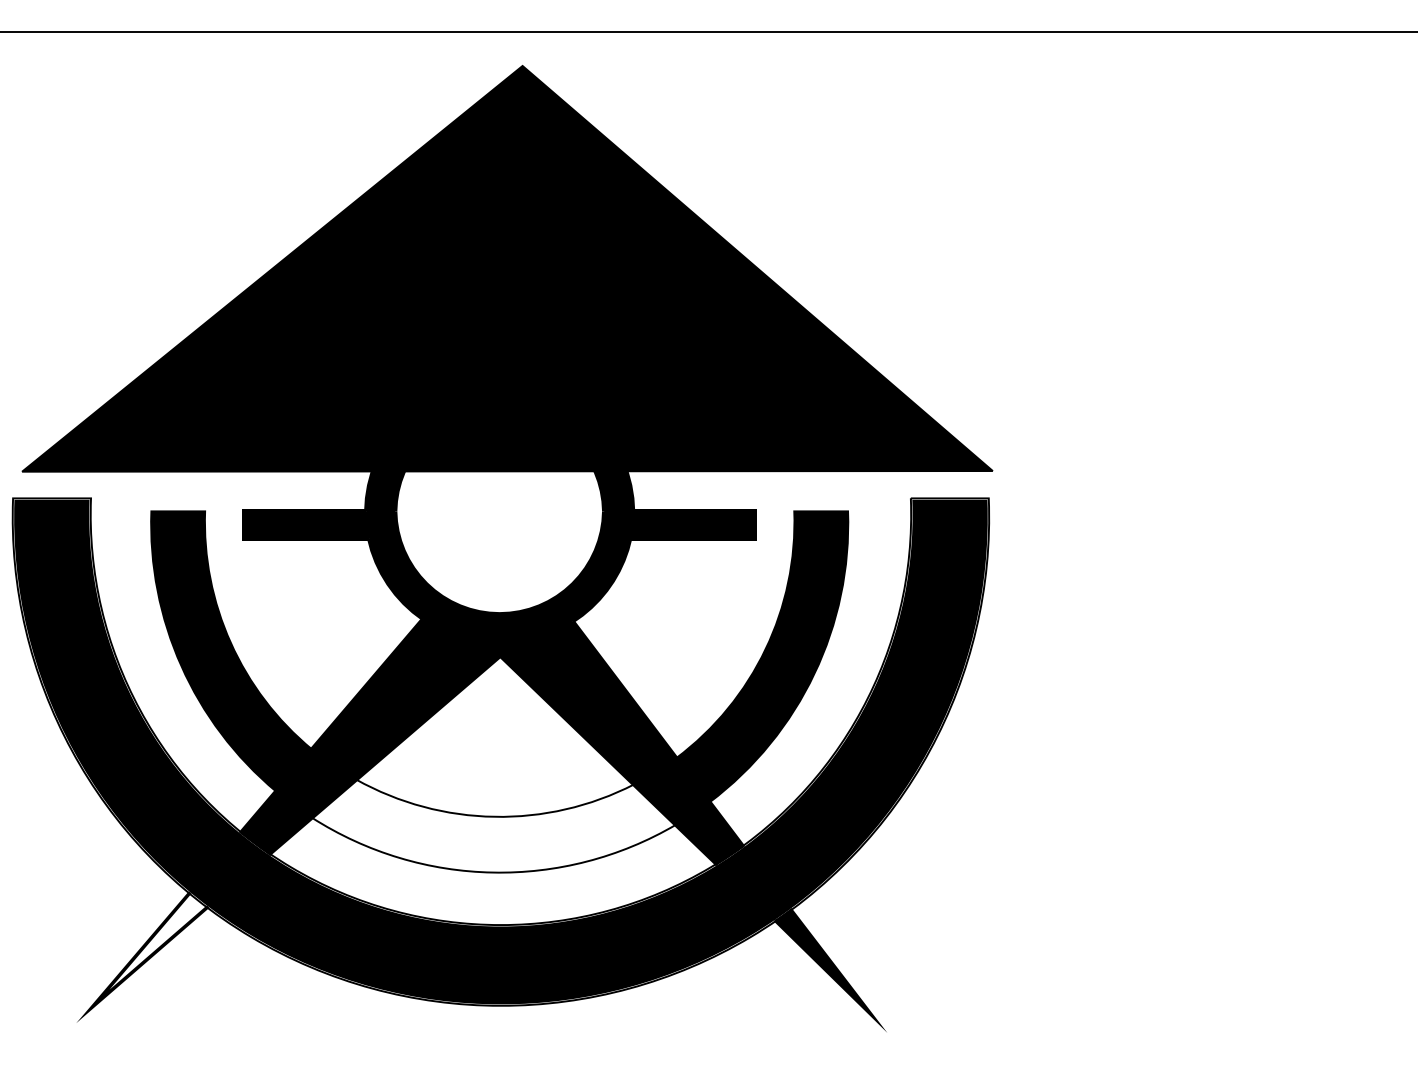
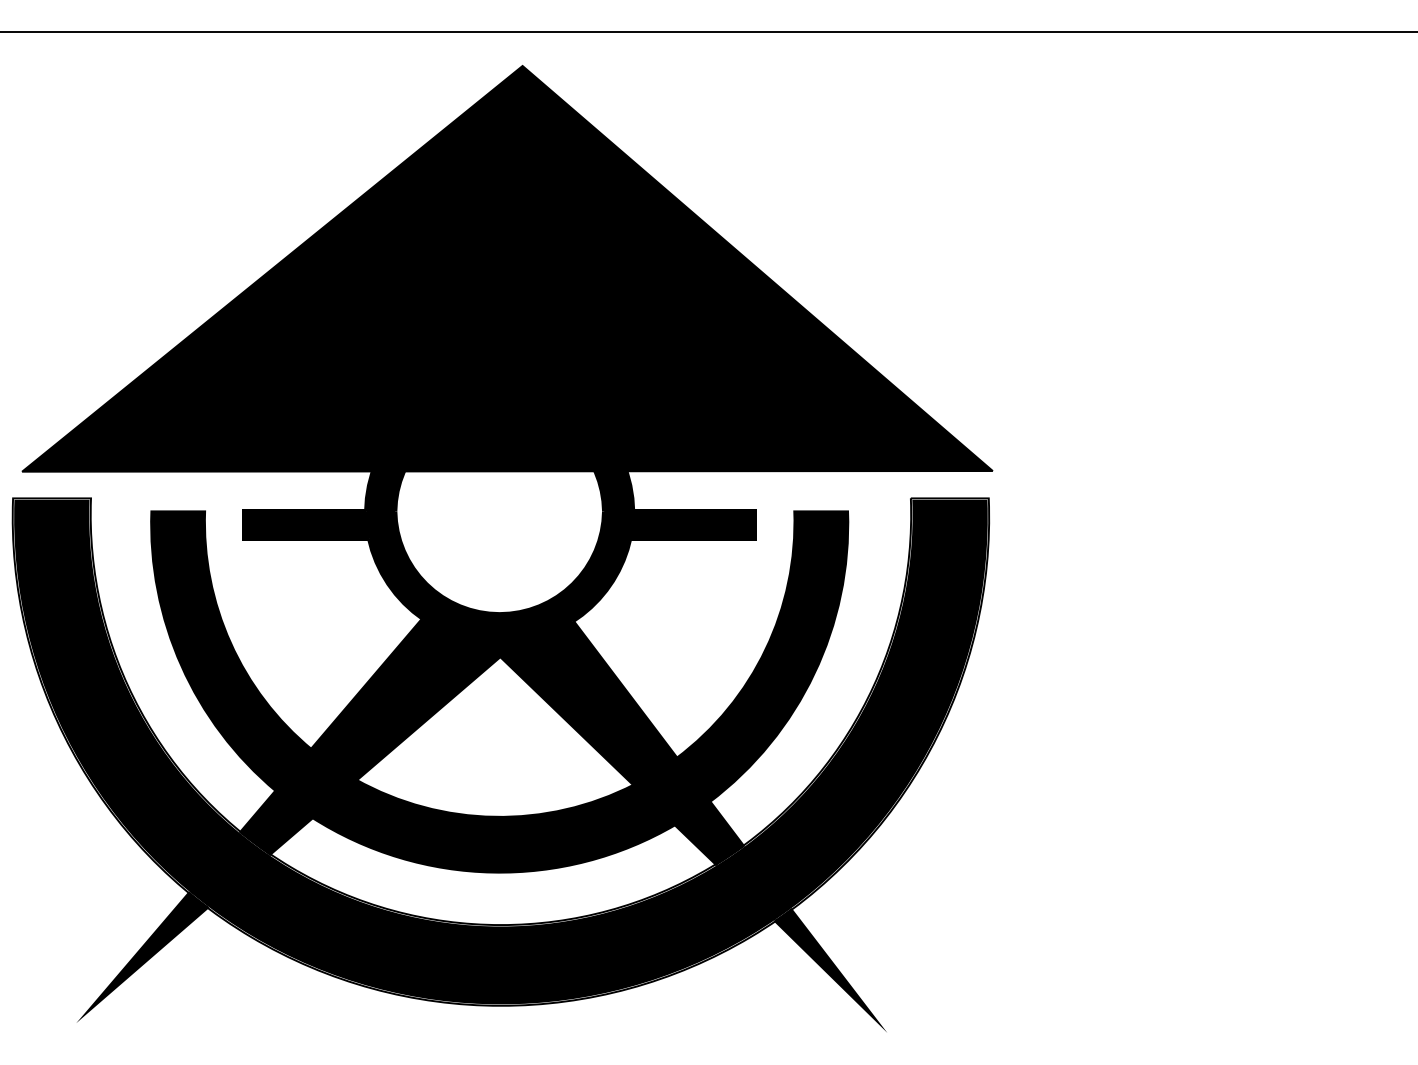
fill at (493, 825): none -> present
fill at (152, 947): none -> present
